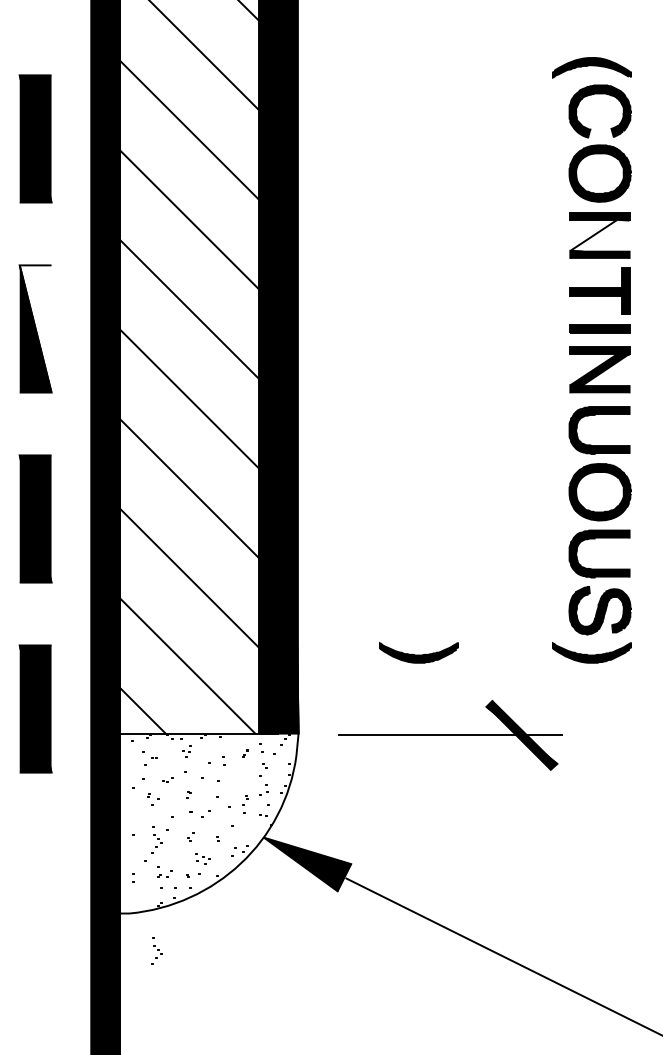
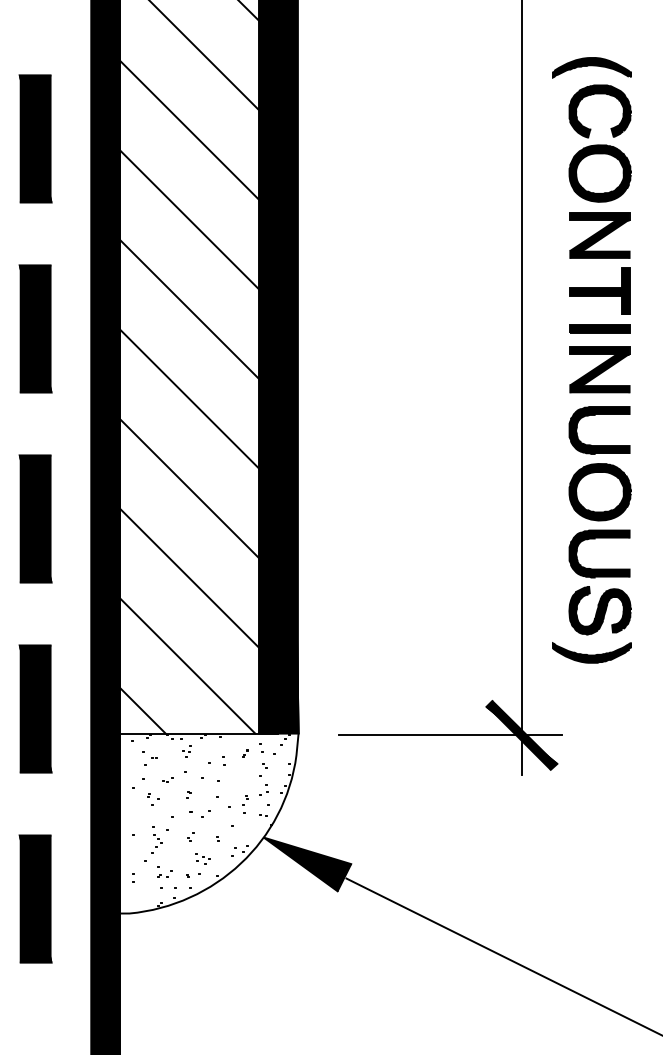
fill at (599, 235): none -> present
fill at (35, 328): none -> present
line at (521, 388): none -> present
part at (418, 652): present -> none
part at (35, 898): none -> present
part at (156, 950): present -> none
